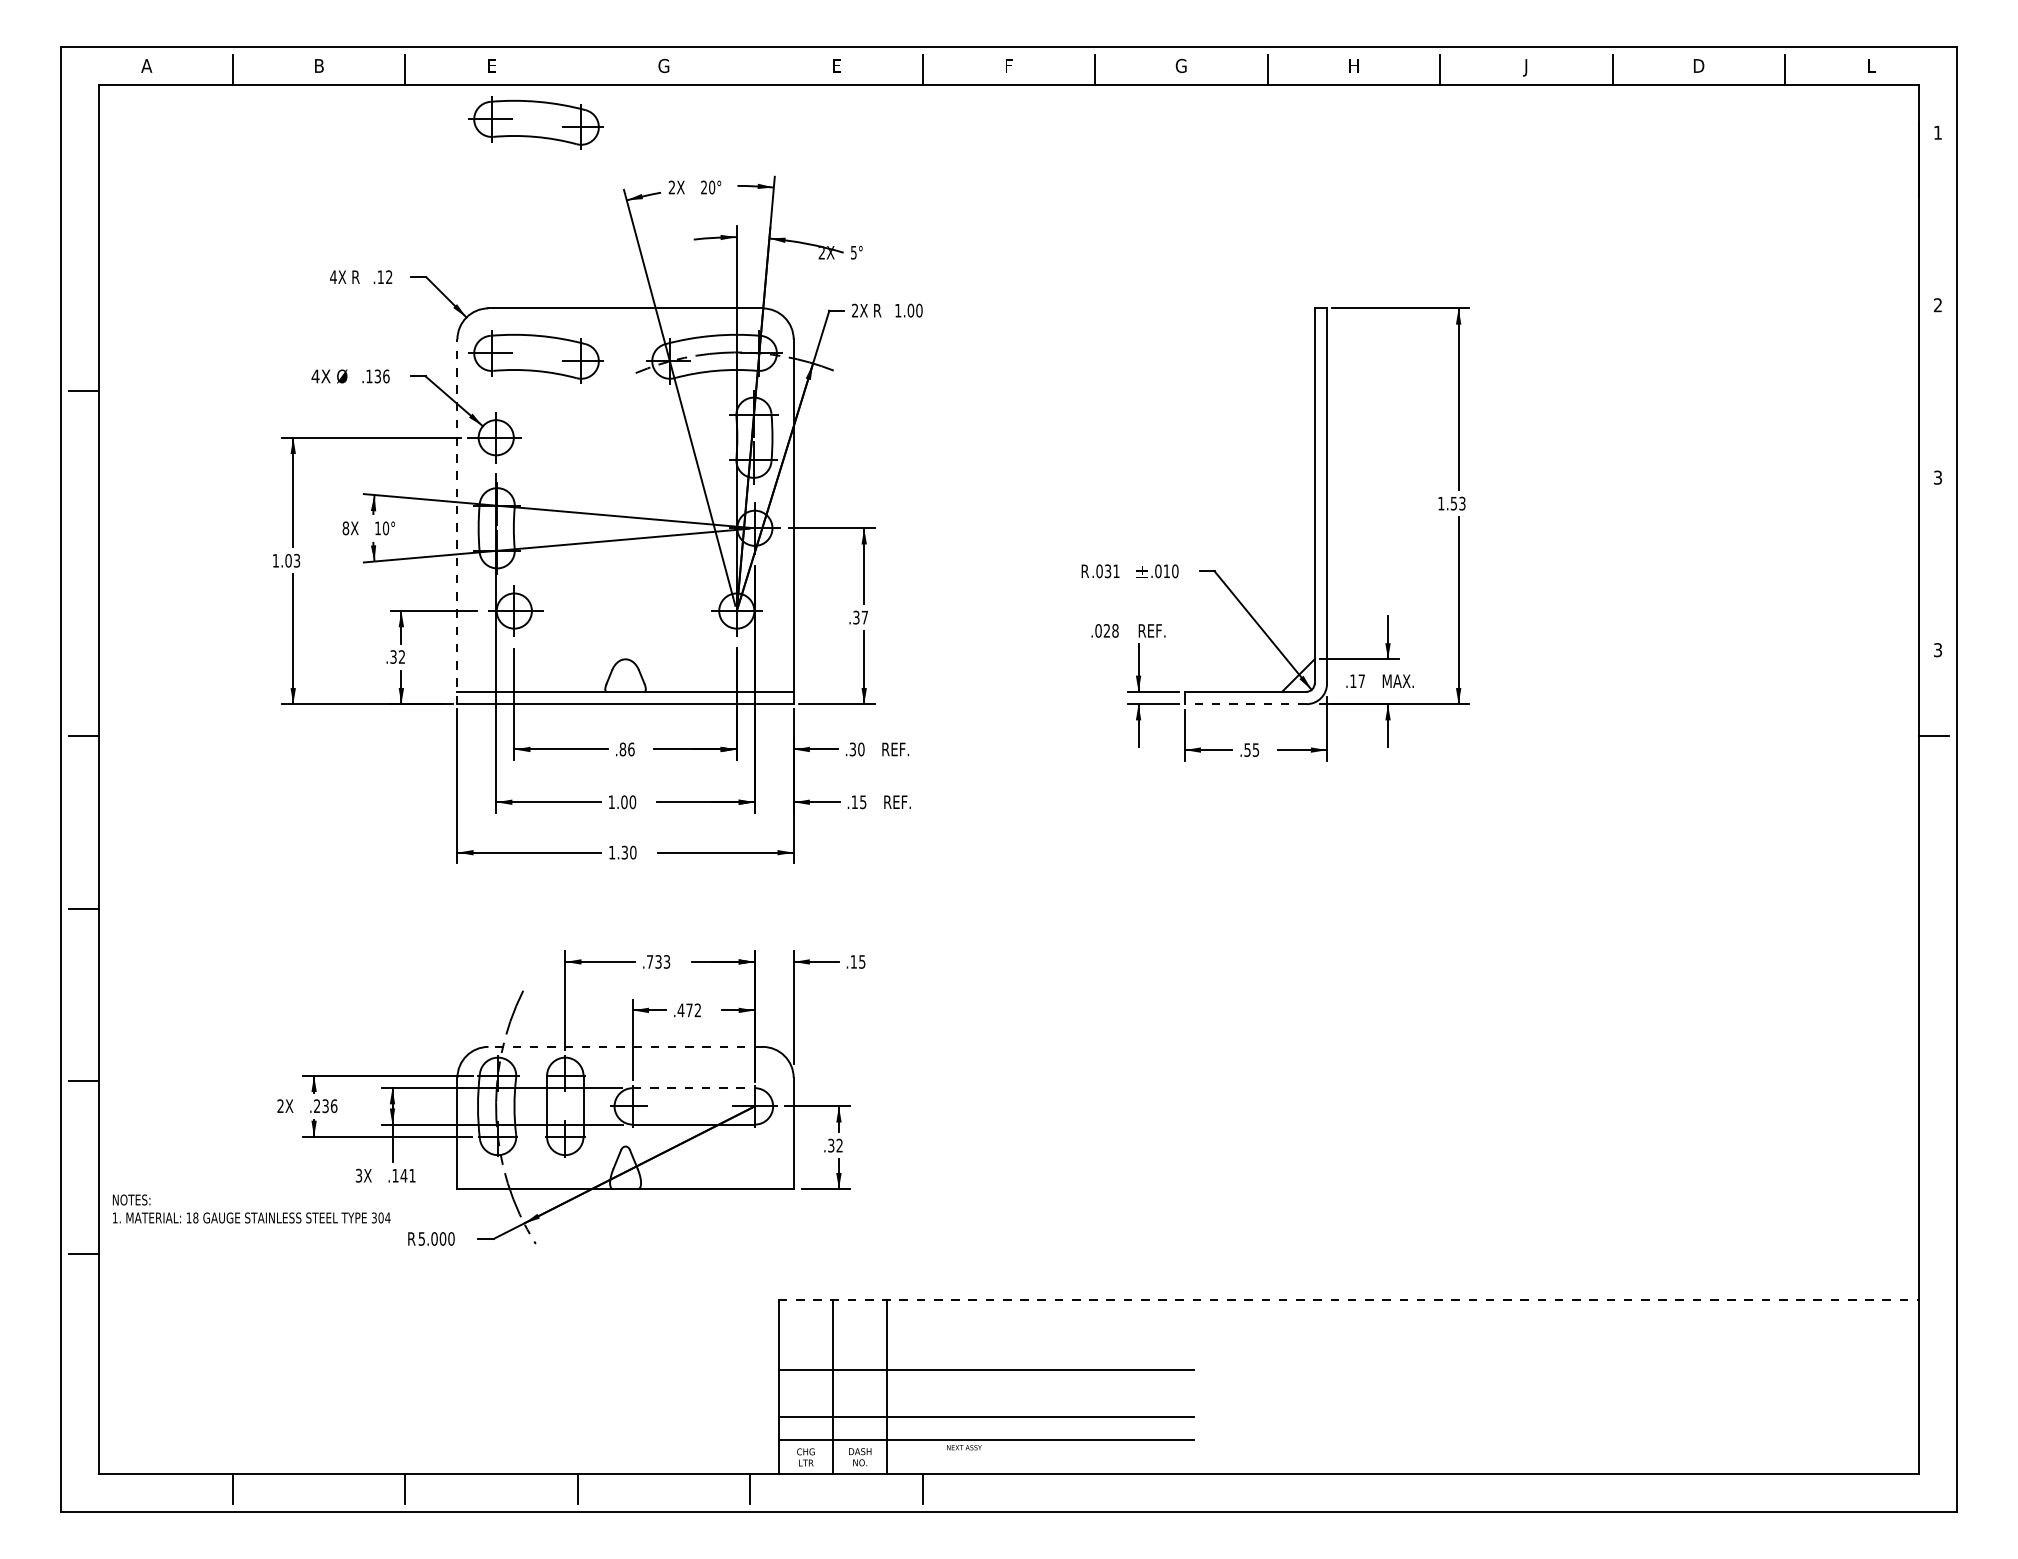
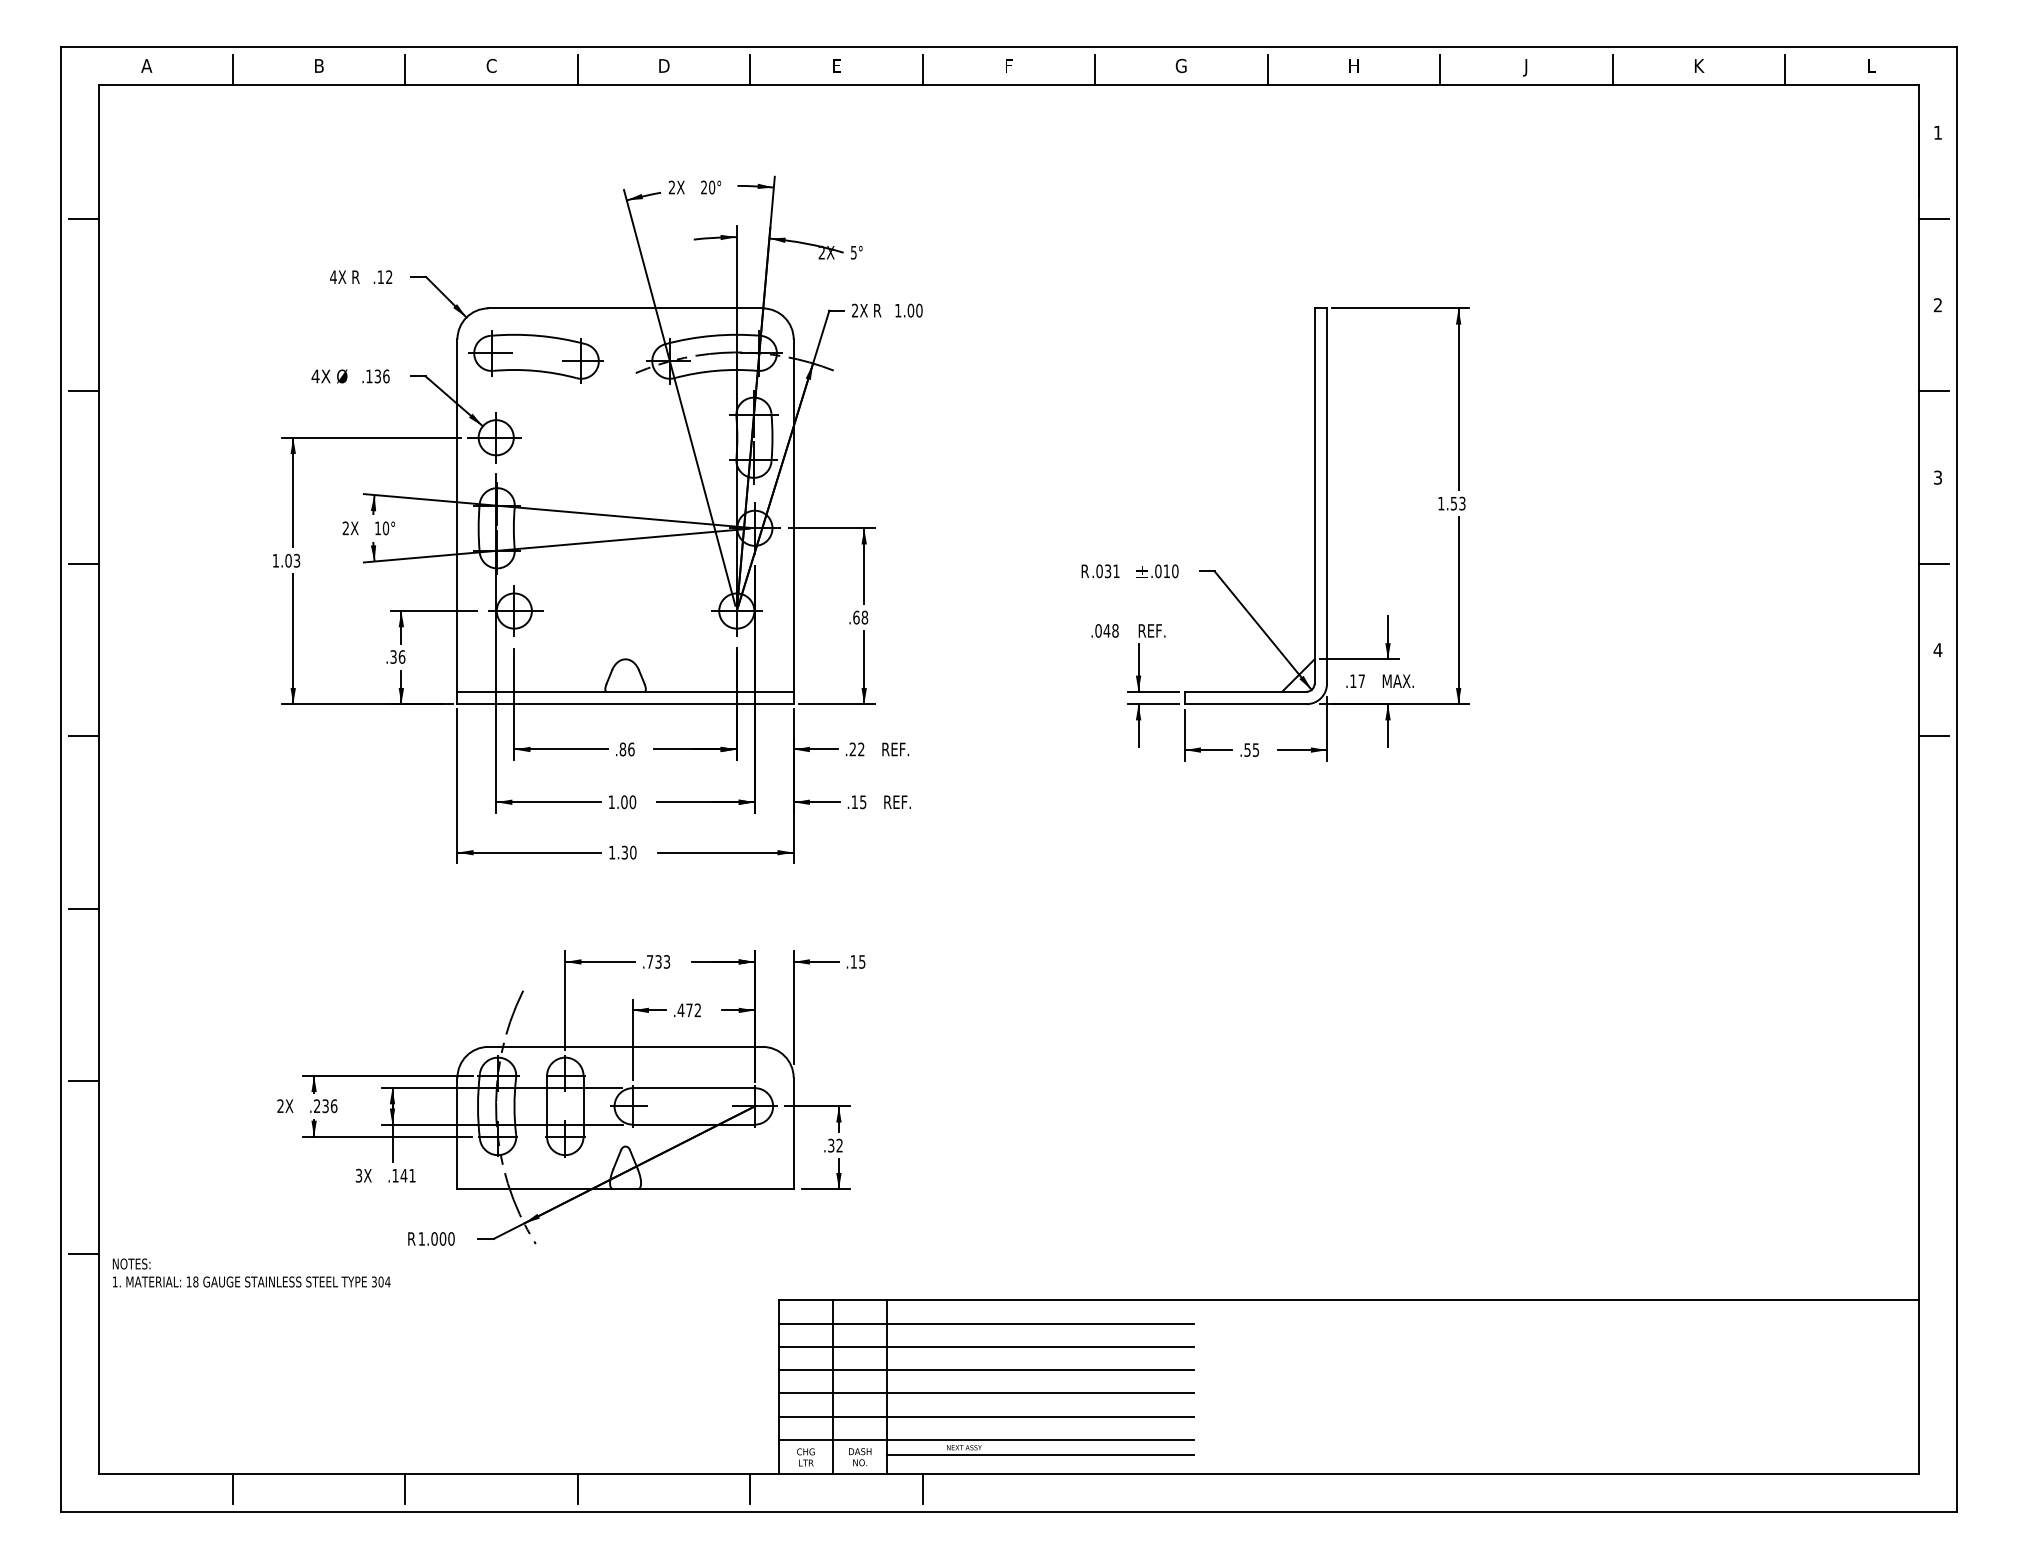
text at (491, 65): E -> C
text at (663, 65): G -> D
text at (1699, 65): D -> K
line at (577, 70): none -> present
line at (750, 70): none -> present
part at (535, 122): present -> none
line at (84, 219): none -> present
line at (1933, 219): none -> present
line at (1933, 391): none -> present
line at (457, 521): dashed -> solid
text at (345, 528): 8X -> 2X
line at (84, 563): none -> present
line at (1933, 563): none -> present
text at (860, 617): .37 -> .68
text at (1106, 630): .028 -> .048
text at (1937, 650): 3 -> 4
text at (401, 656): .32 -> .36
line at (1245, 704): dashed -> solid
text at (856, 749): .30 -> .22
line at (625, 1046): dashed -> solid
line at (694, 1088): dashed -> solid
text at (251, 1208) position: (251, 1208) -> (251, 1272)
text at (421, 1238): 5.000 -> 1.000
line at (1348, 1300): dashed -> solid
line at (986, 1323): none -> present
line at (986, 1346): none -> present
line at (986, 1393): none -> present
line at (1040, 1455): none -> present
